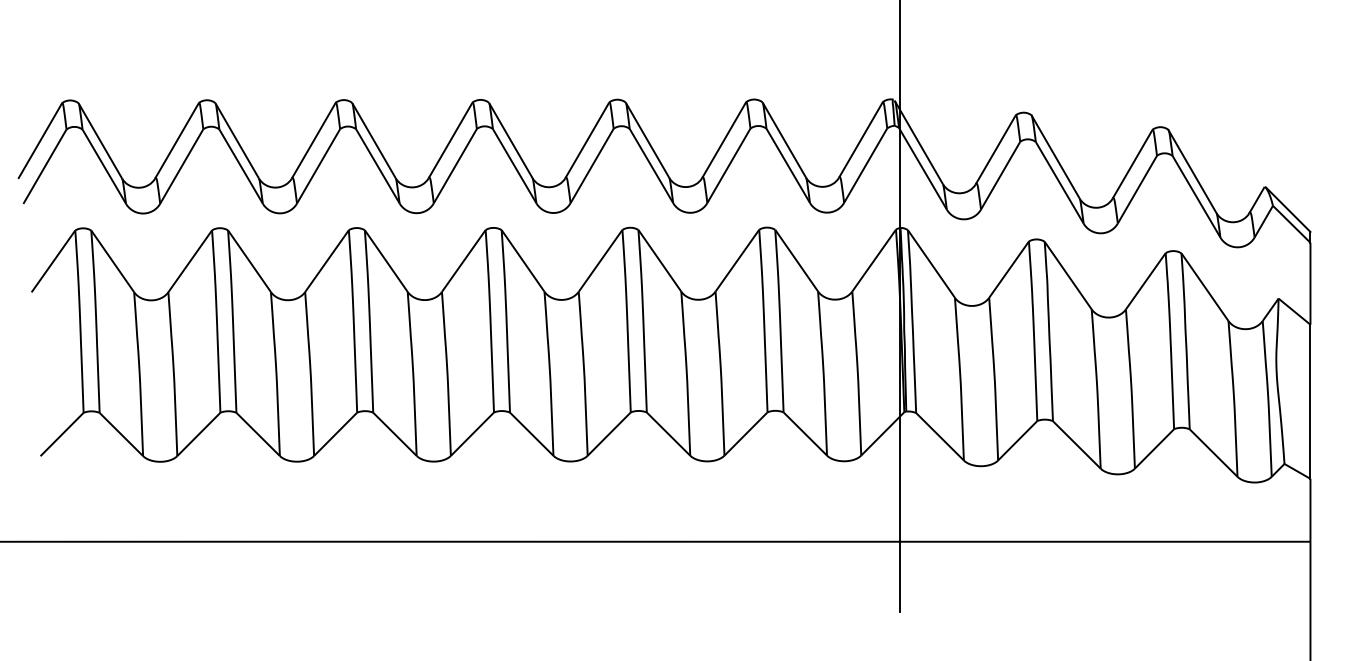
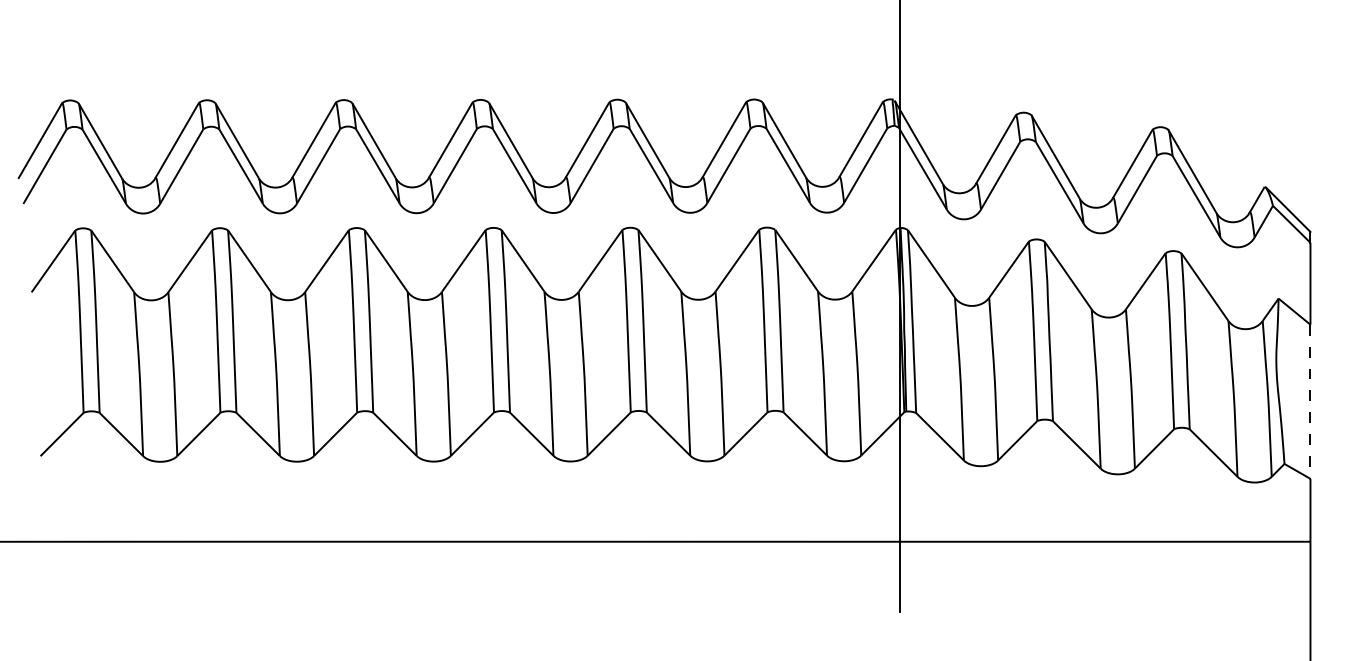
line at (1310, 402): solid -> dashed
